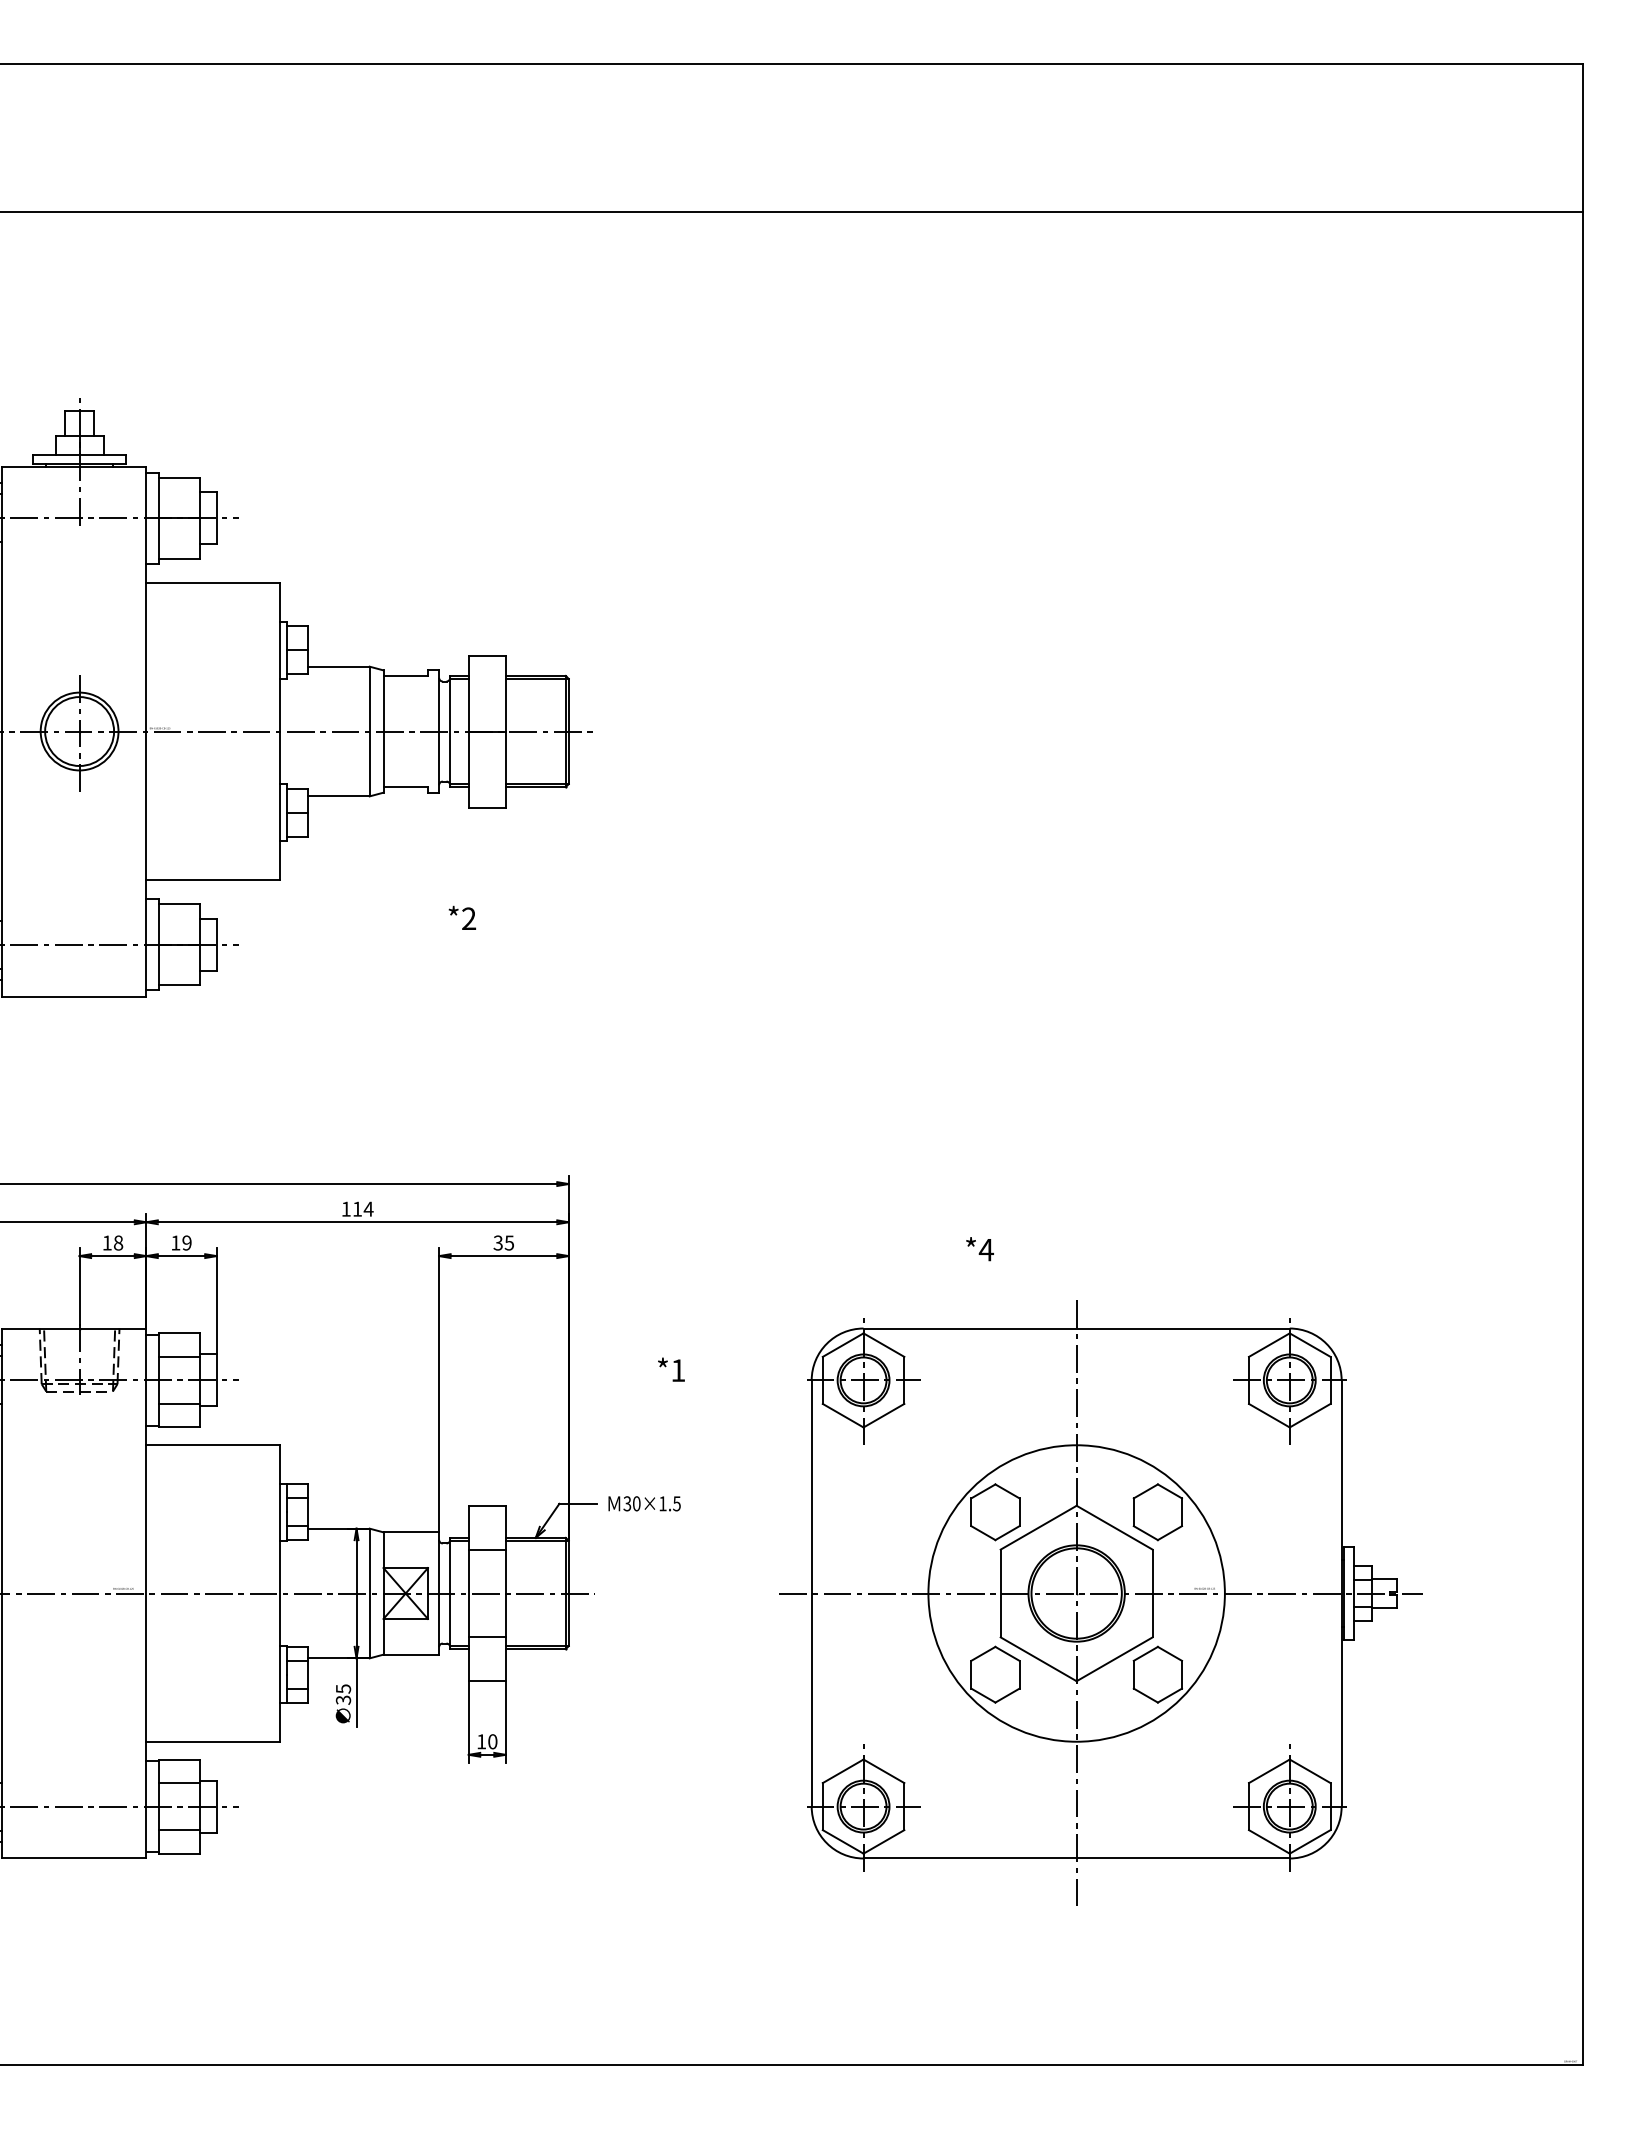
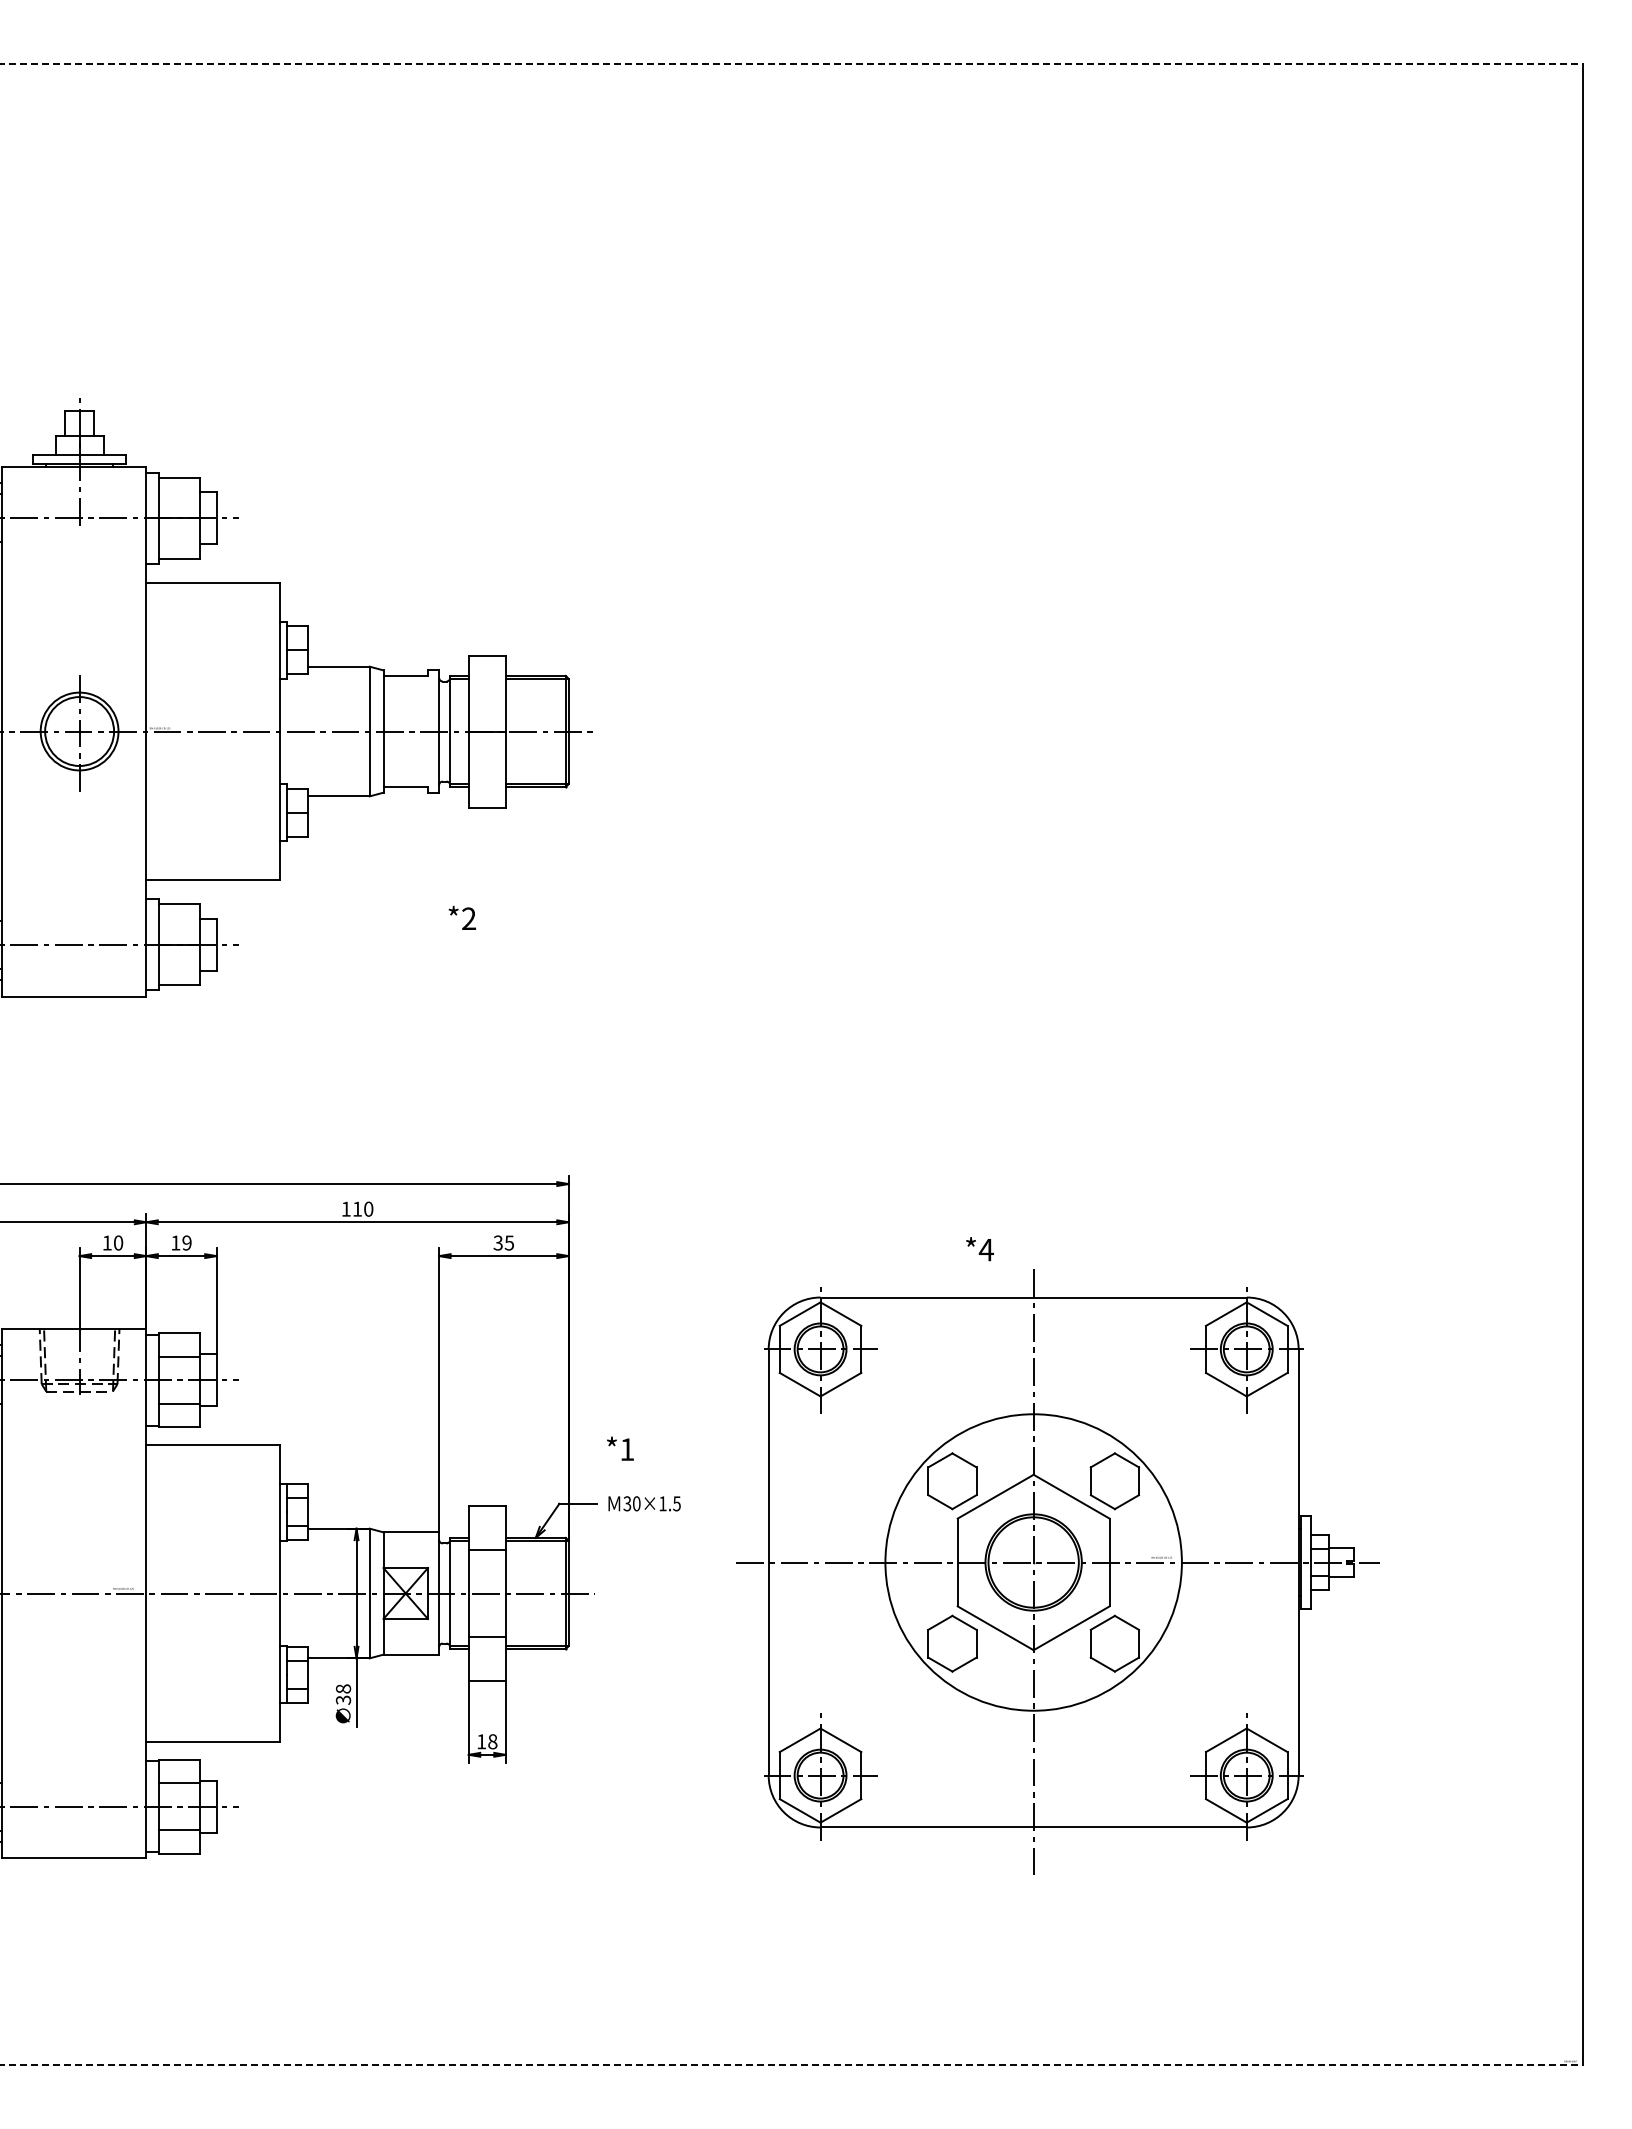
line at (791, 63): solid -> dashed
line at (792, 212): present -> none
text at (368, 1208): 114 -> 110
text at (118, 1243): 18 -> 10
text at (671, 1369) position: (671, 1369) -> (620, 1448)
part at (1100, 1602) position: (1100, 1602) -> (1057, 1571)
text at (343, 1688): 35 -> 38
text at (492, 1741): 10 -> 18
line at (791, 2065): solid -> dashed
